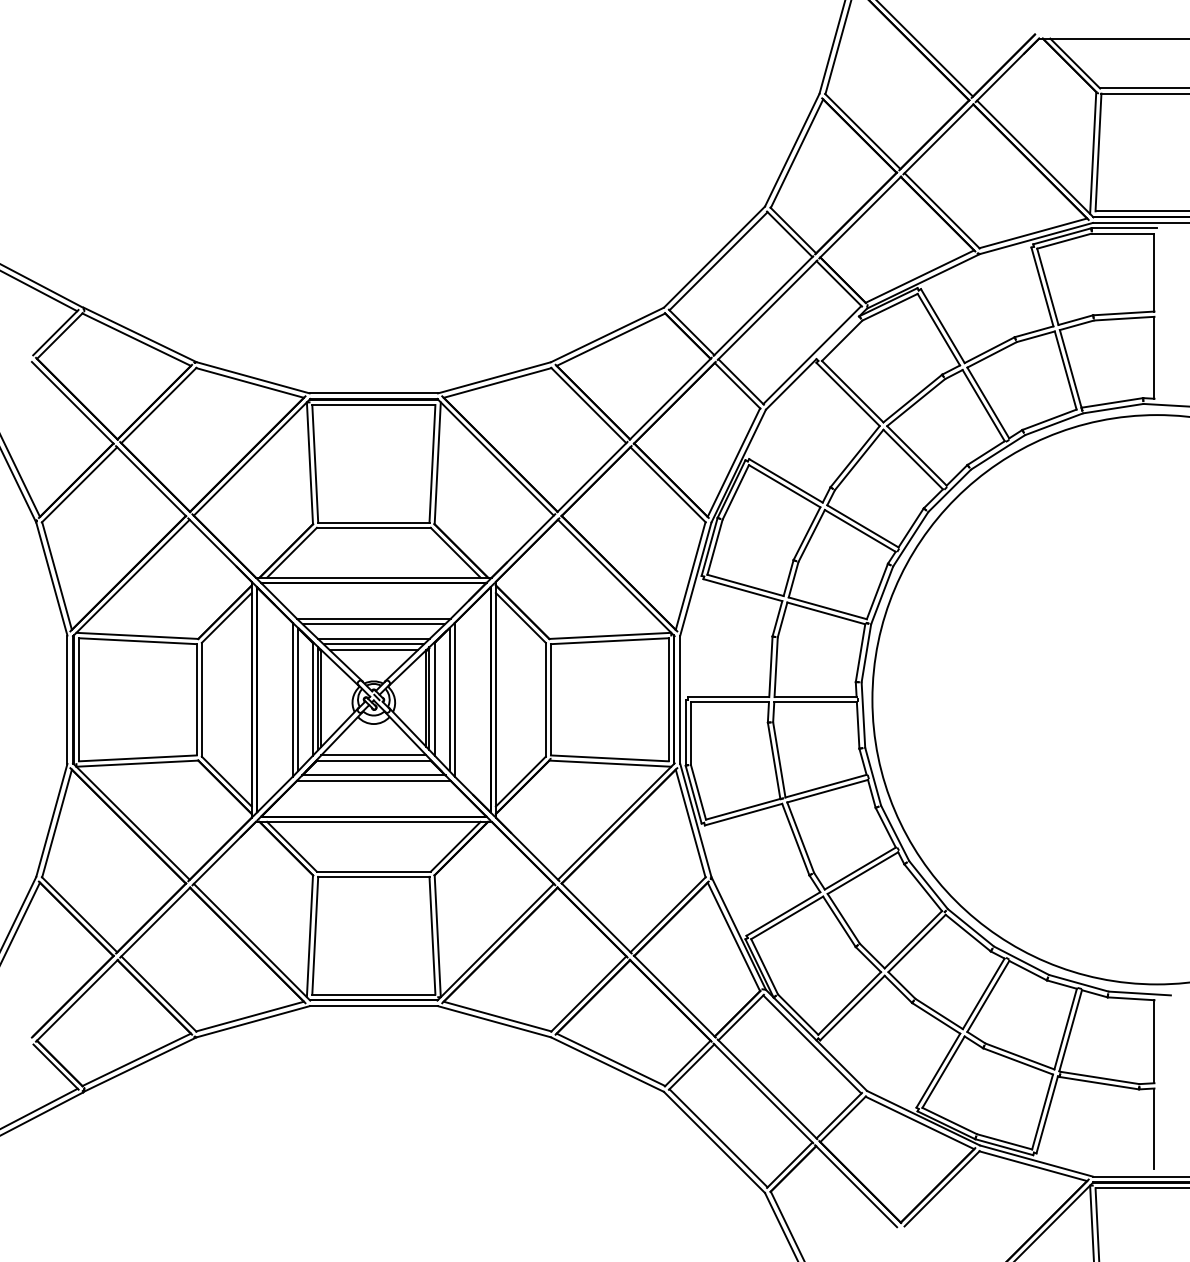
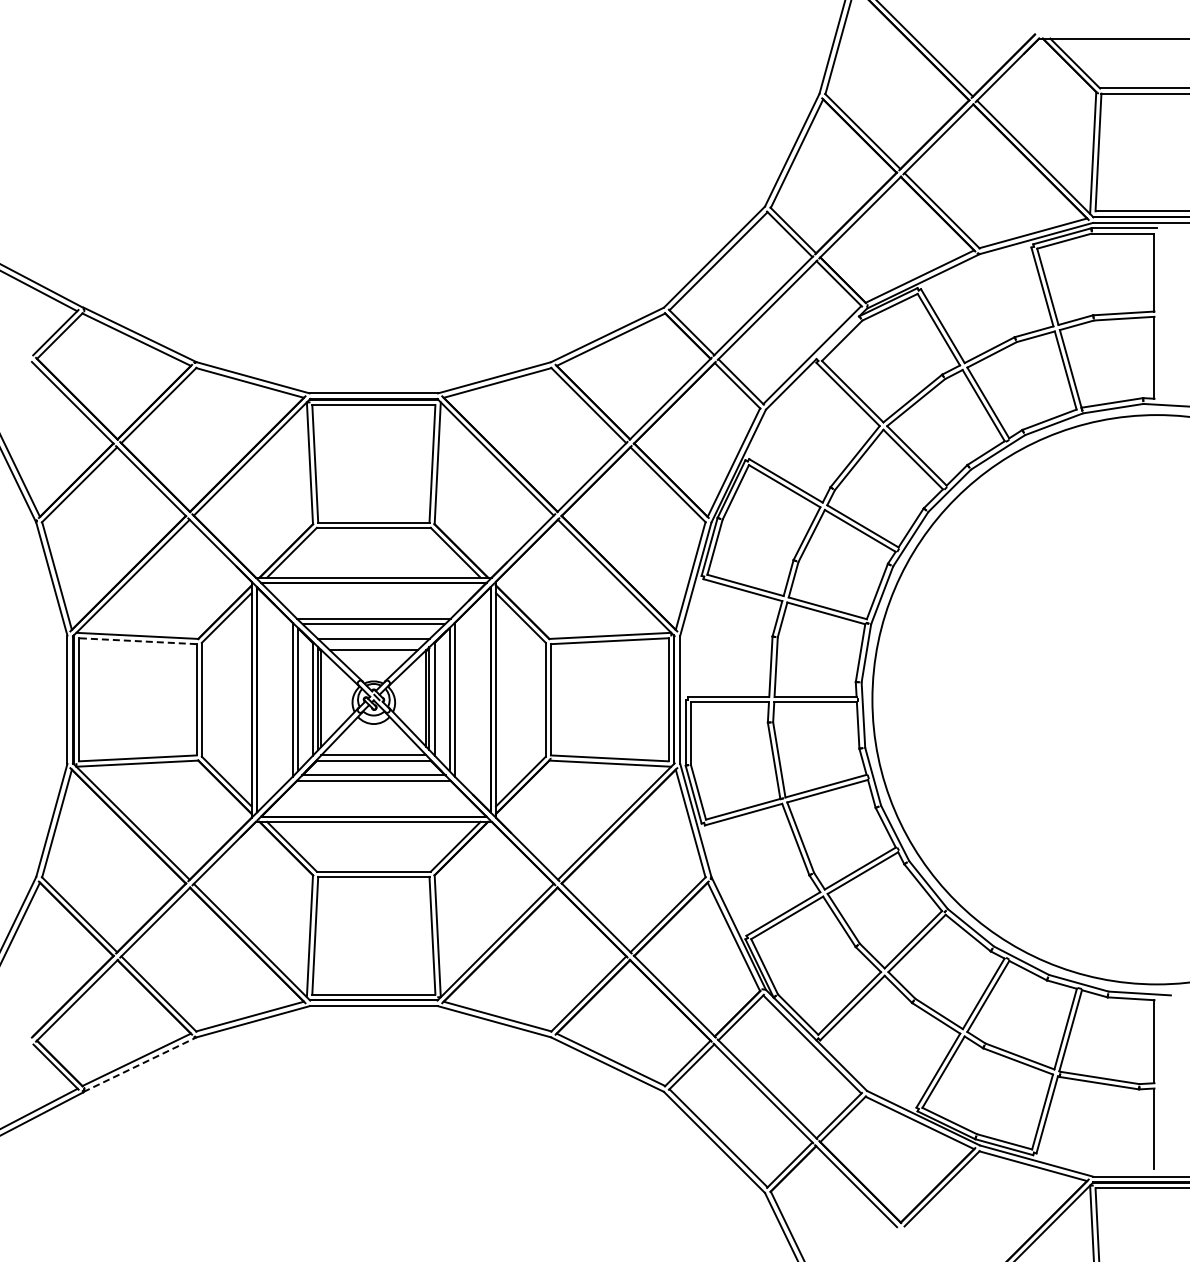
line at (137, 641): solid -> dashed
line at (373, 644): present -> none
line at (140, 1064): solid -> dashed
